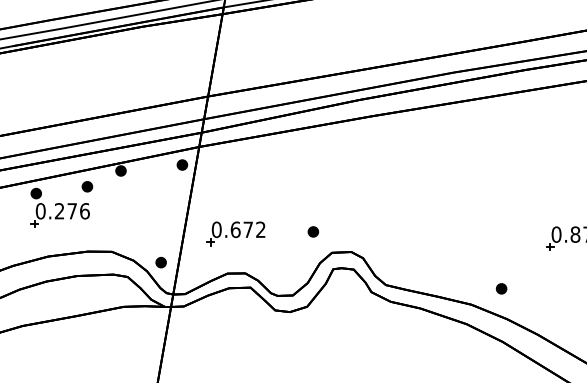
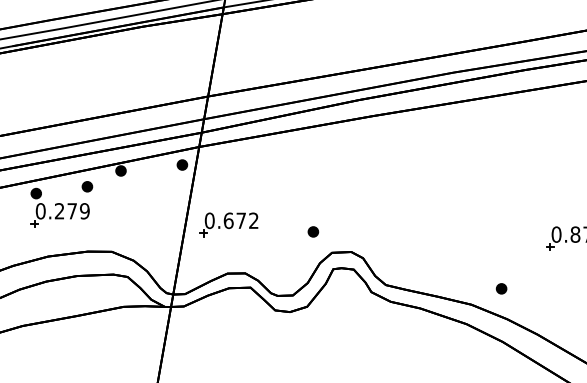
text at (84, 211): 0.276 -> 0.279
part at (235, 233) position: (235, 233) -> (228, 224)
part at (160, 262): present -> none
